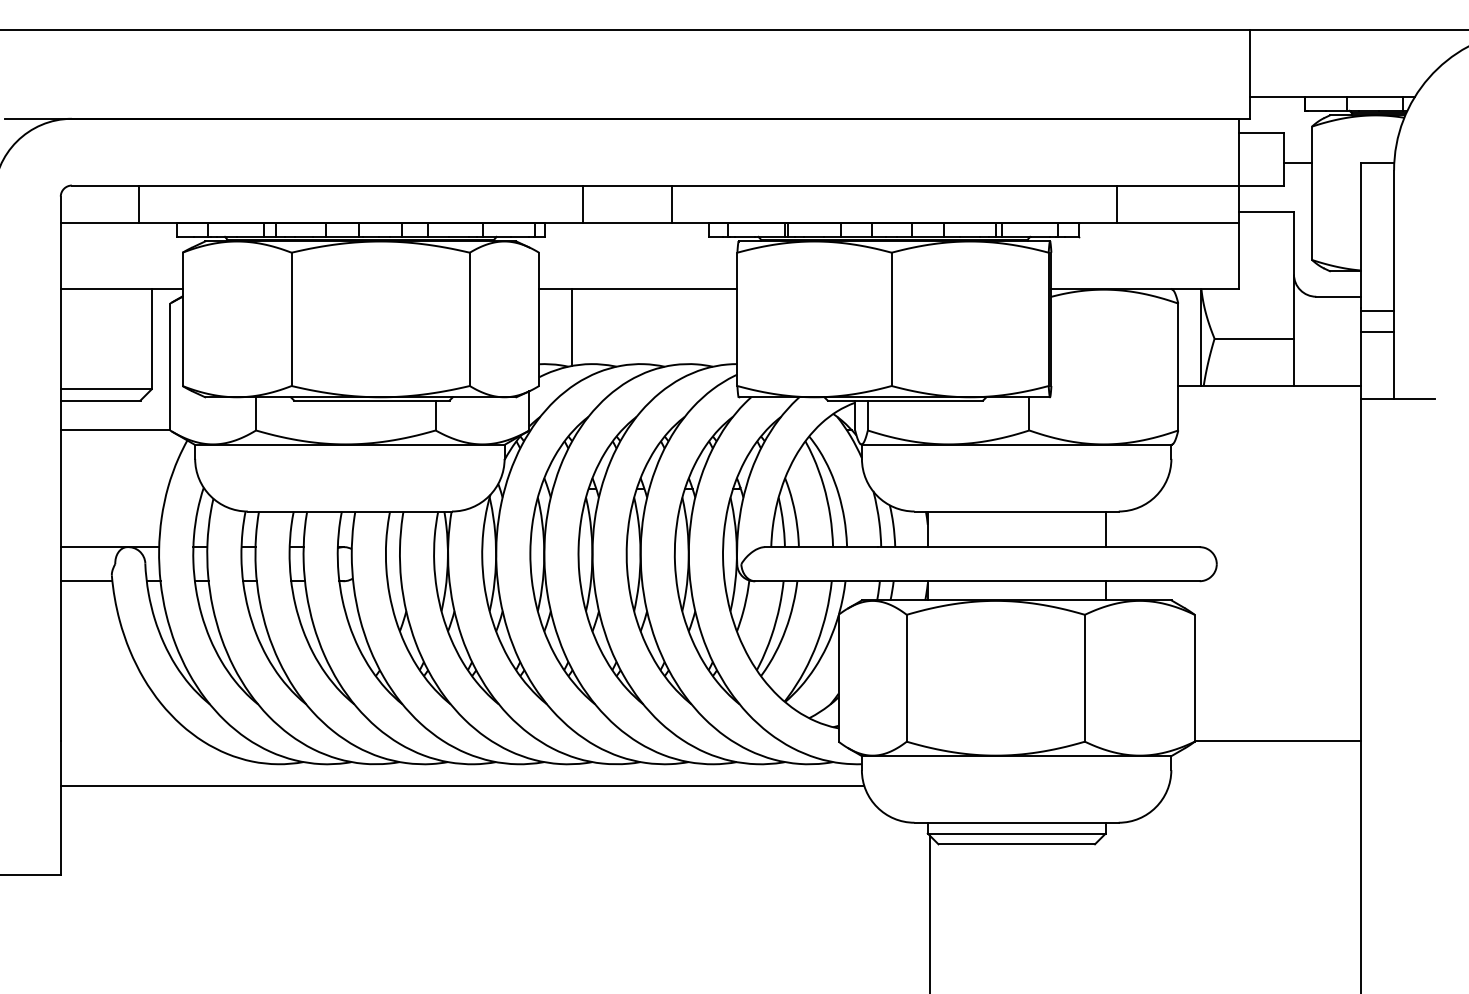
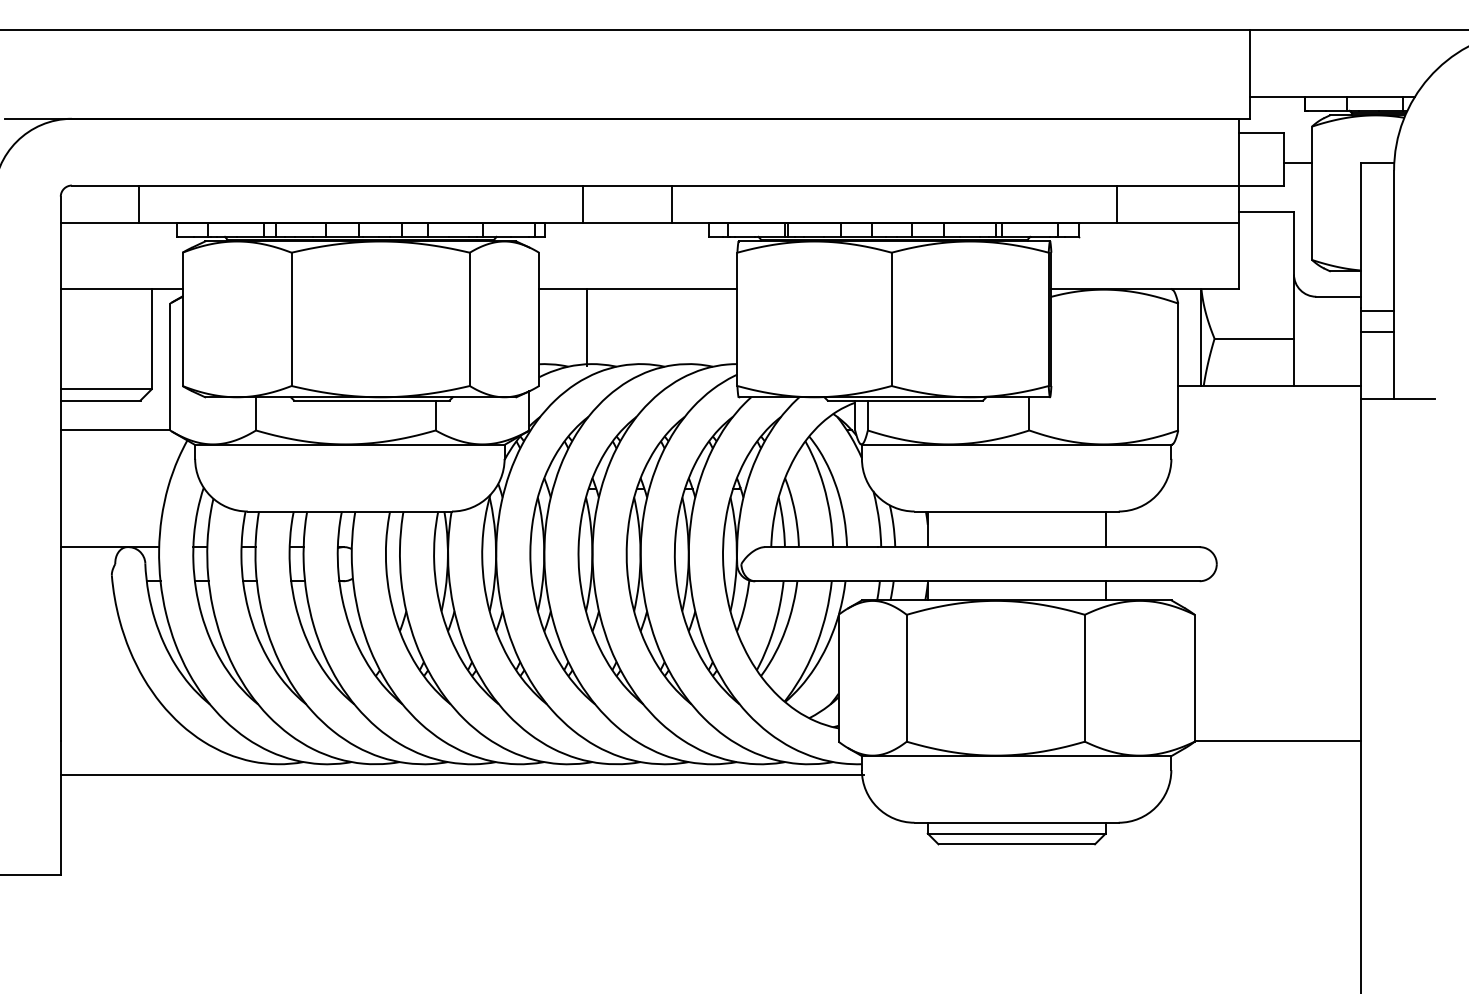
line at (572, 327) position: (572, 327) -> (587, 327)
line at (86, 581): present -> none
line at (462, 785) position: (462, 785) -> (462, 774)
line at (929, 912): present -> none
